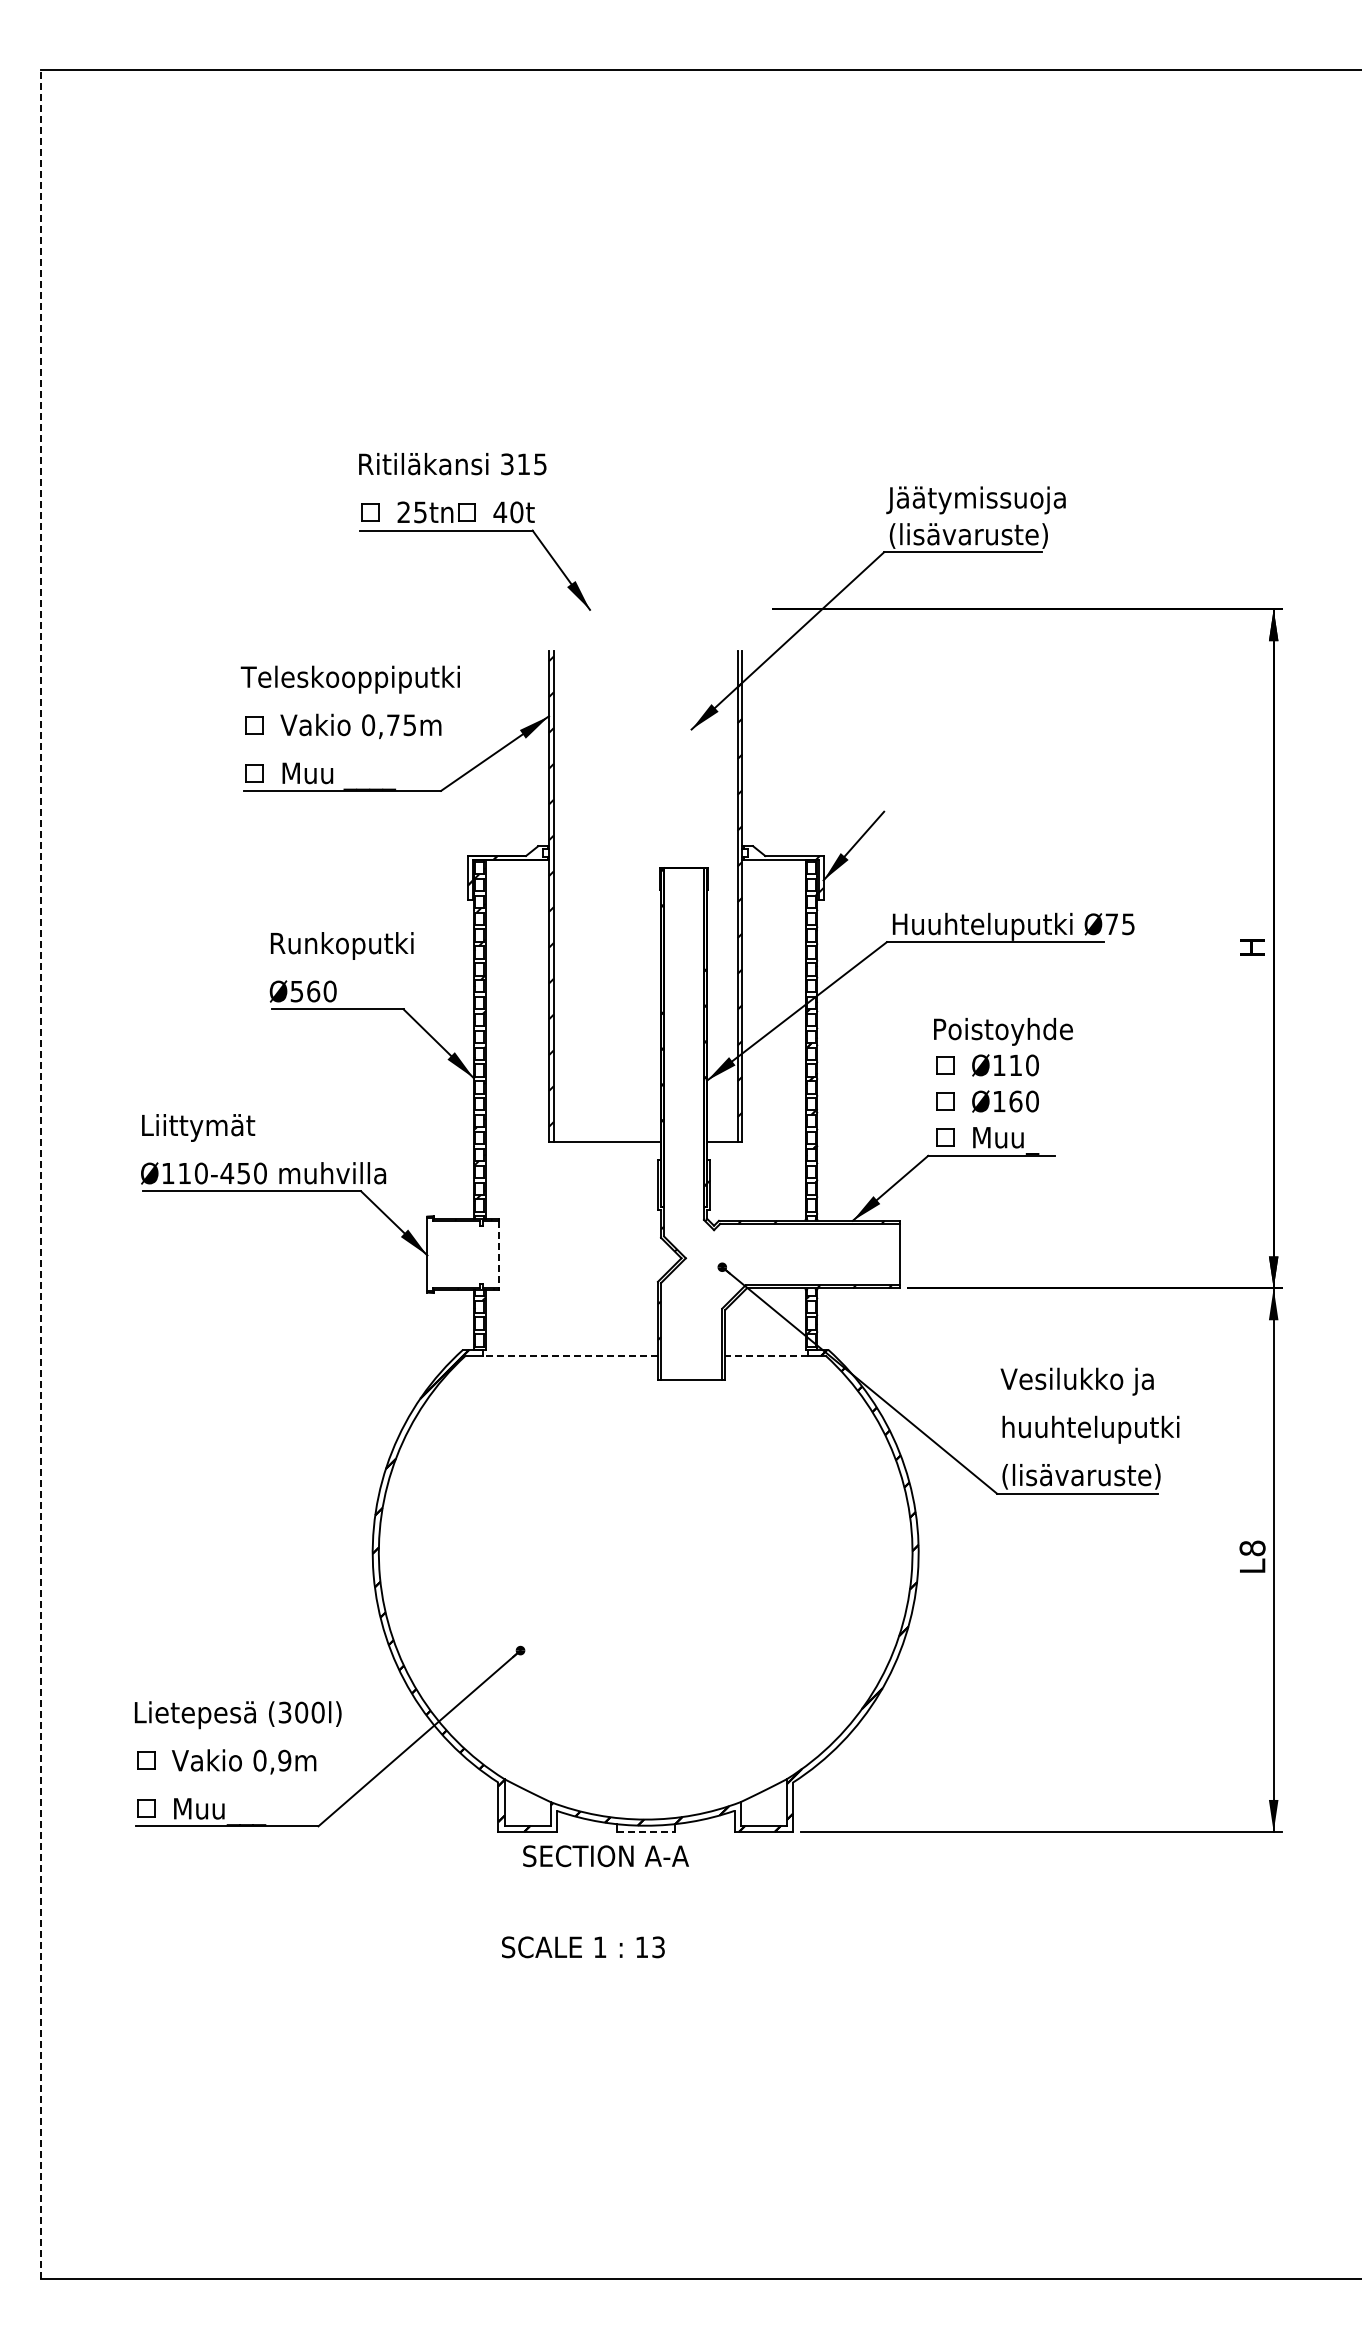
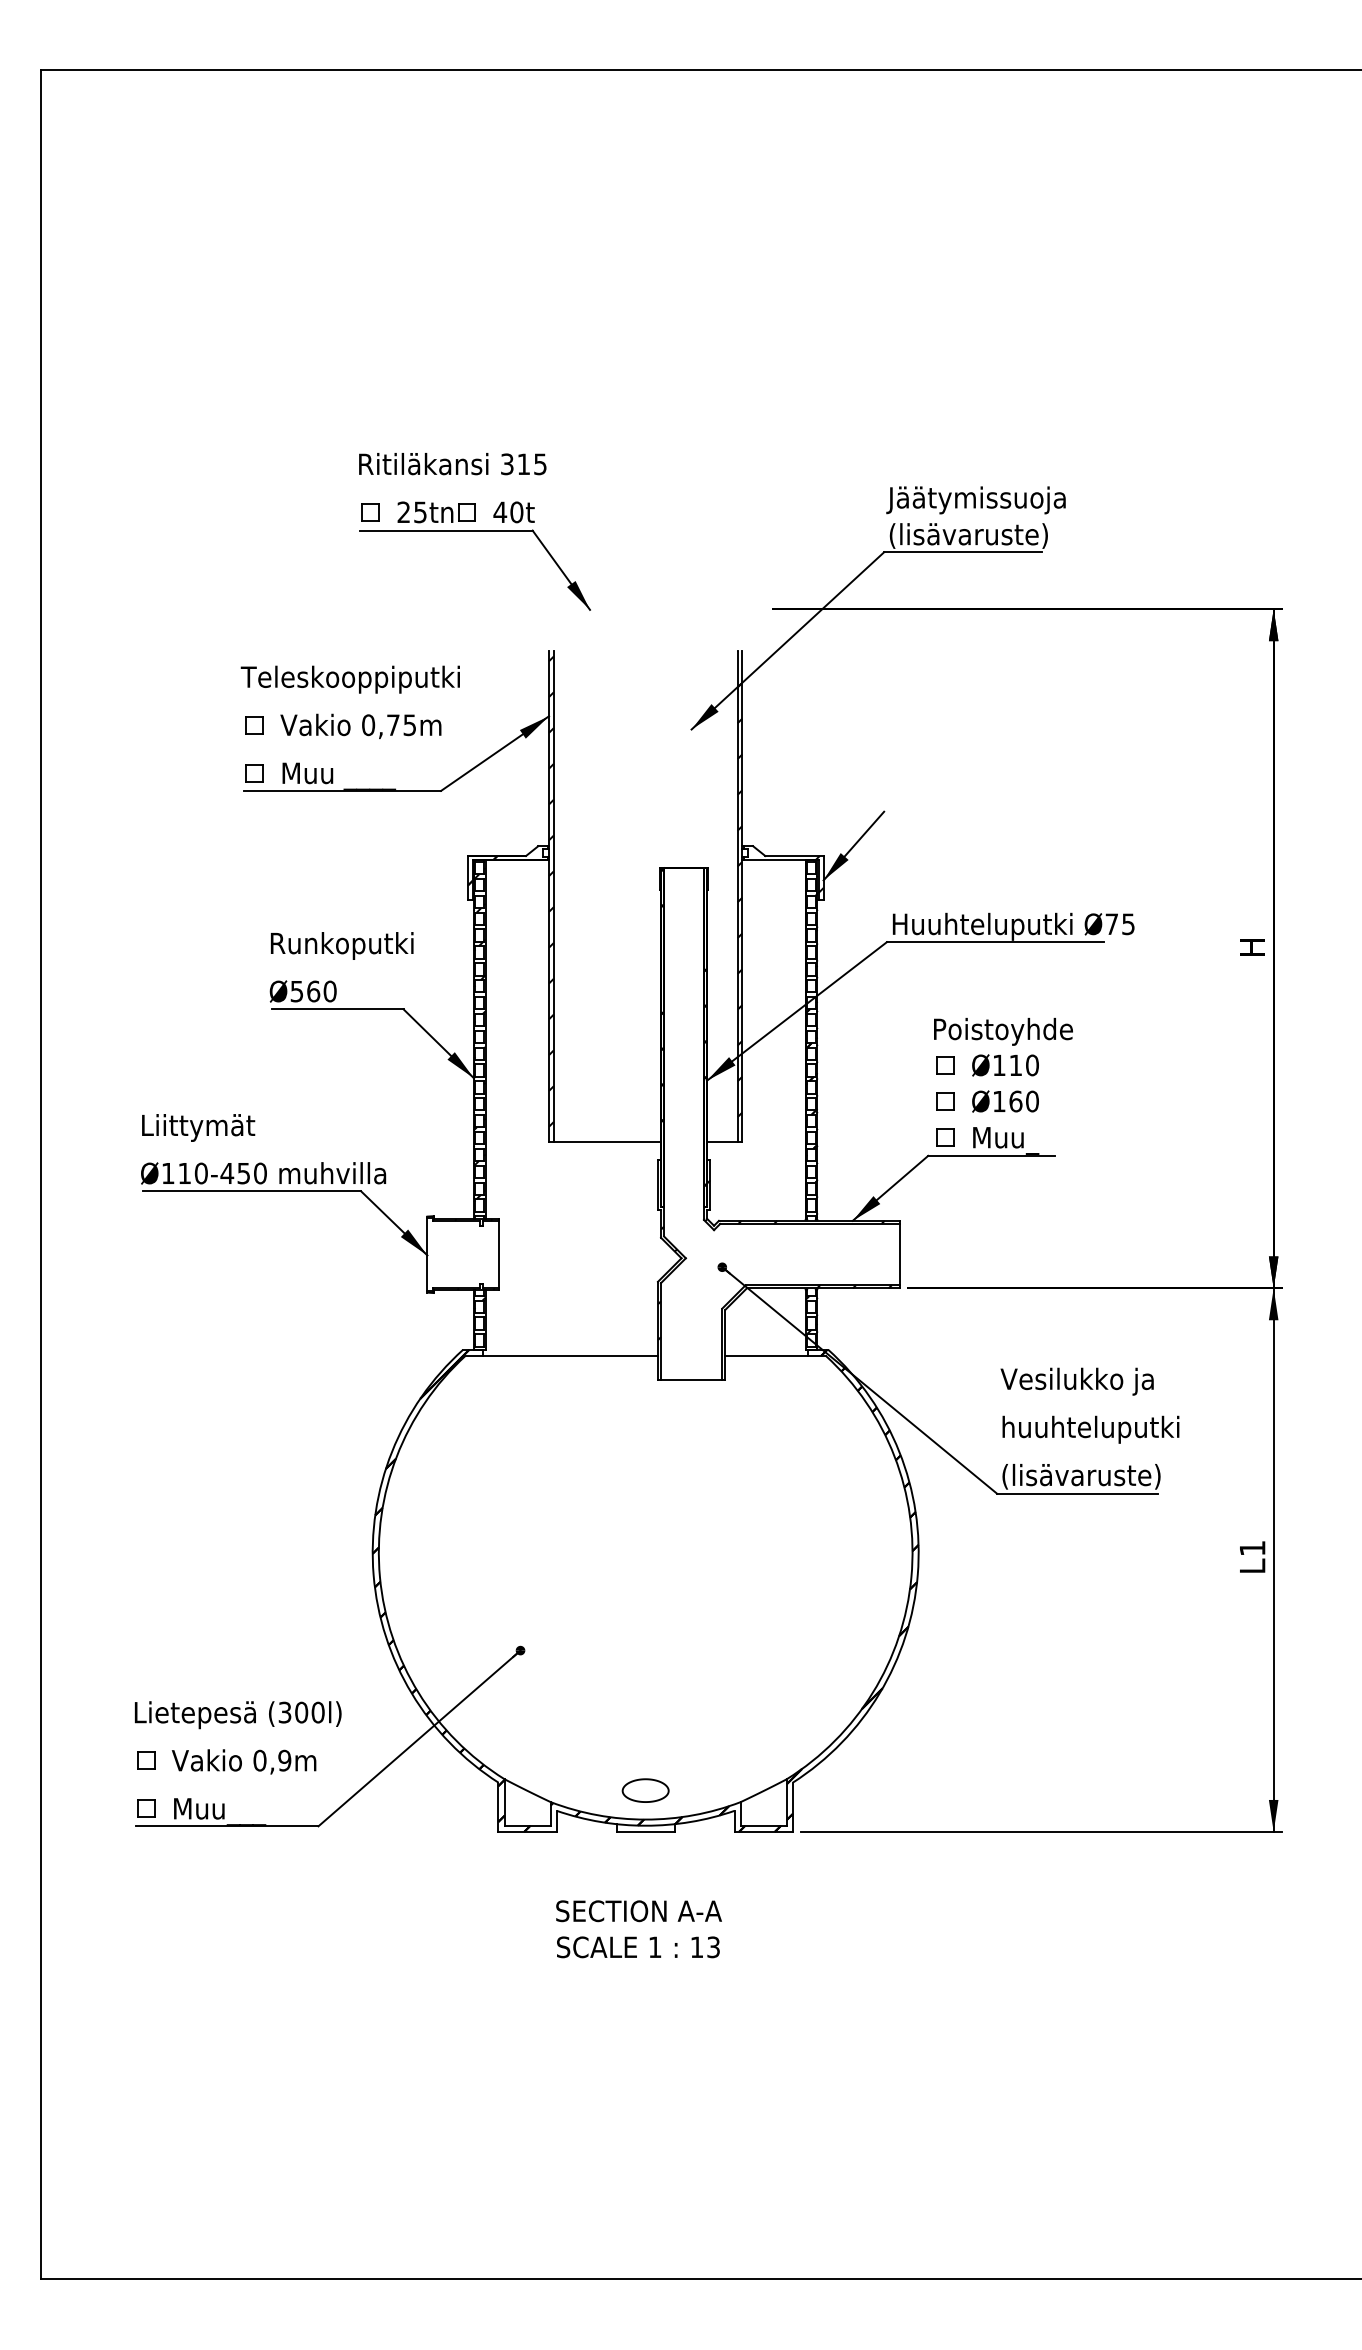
line at (40, 1174): dashed -> solid
line at (499, 1254): dashed -> solid
line at (570, 1355): dashed -> solid
line at (766, 1355): dashed -> solid
text at (1252, 1548): L8 -> L1
part at (645, 1790): none -> present
line at (646, 1831): dashed -> solid
text at (605, 1856) position: (605, 1856) -> (638, 1911)
text at (583, 1947) position: (583, 1947) -> (638, 1947)
